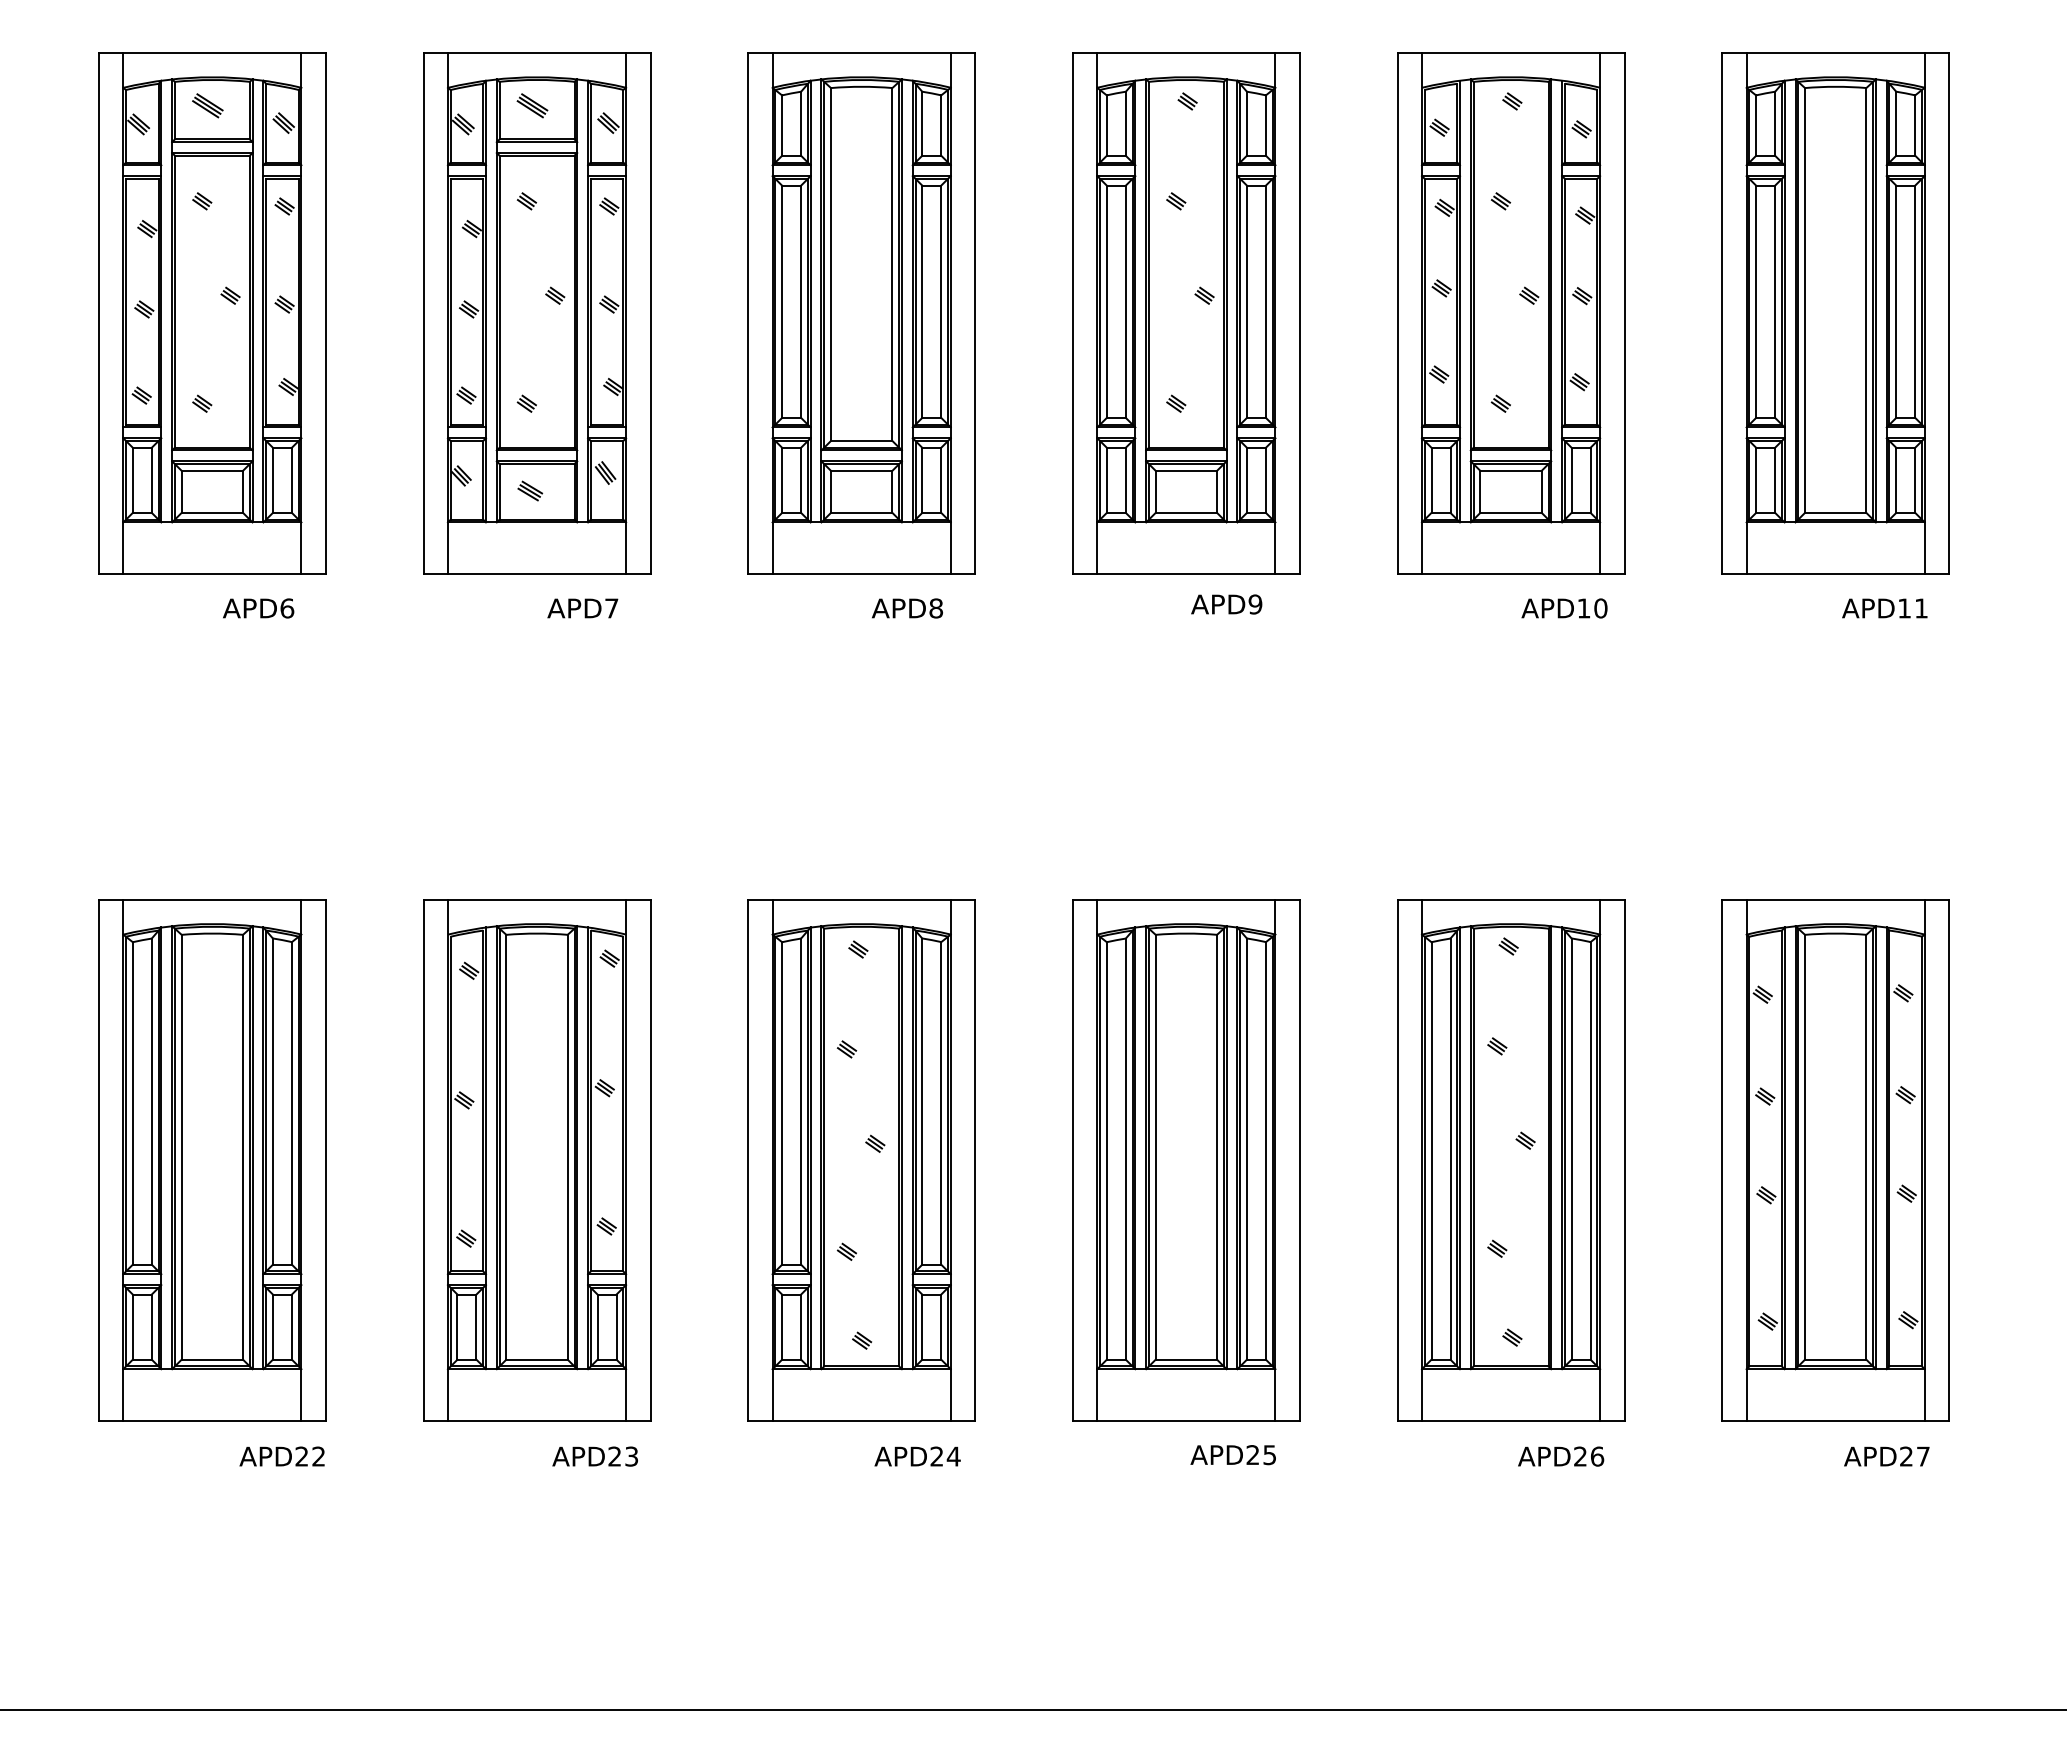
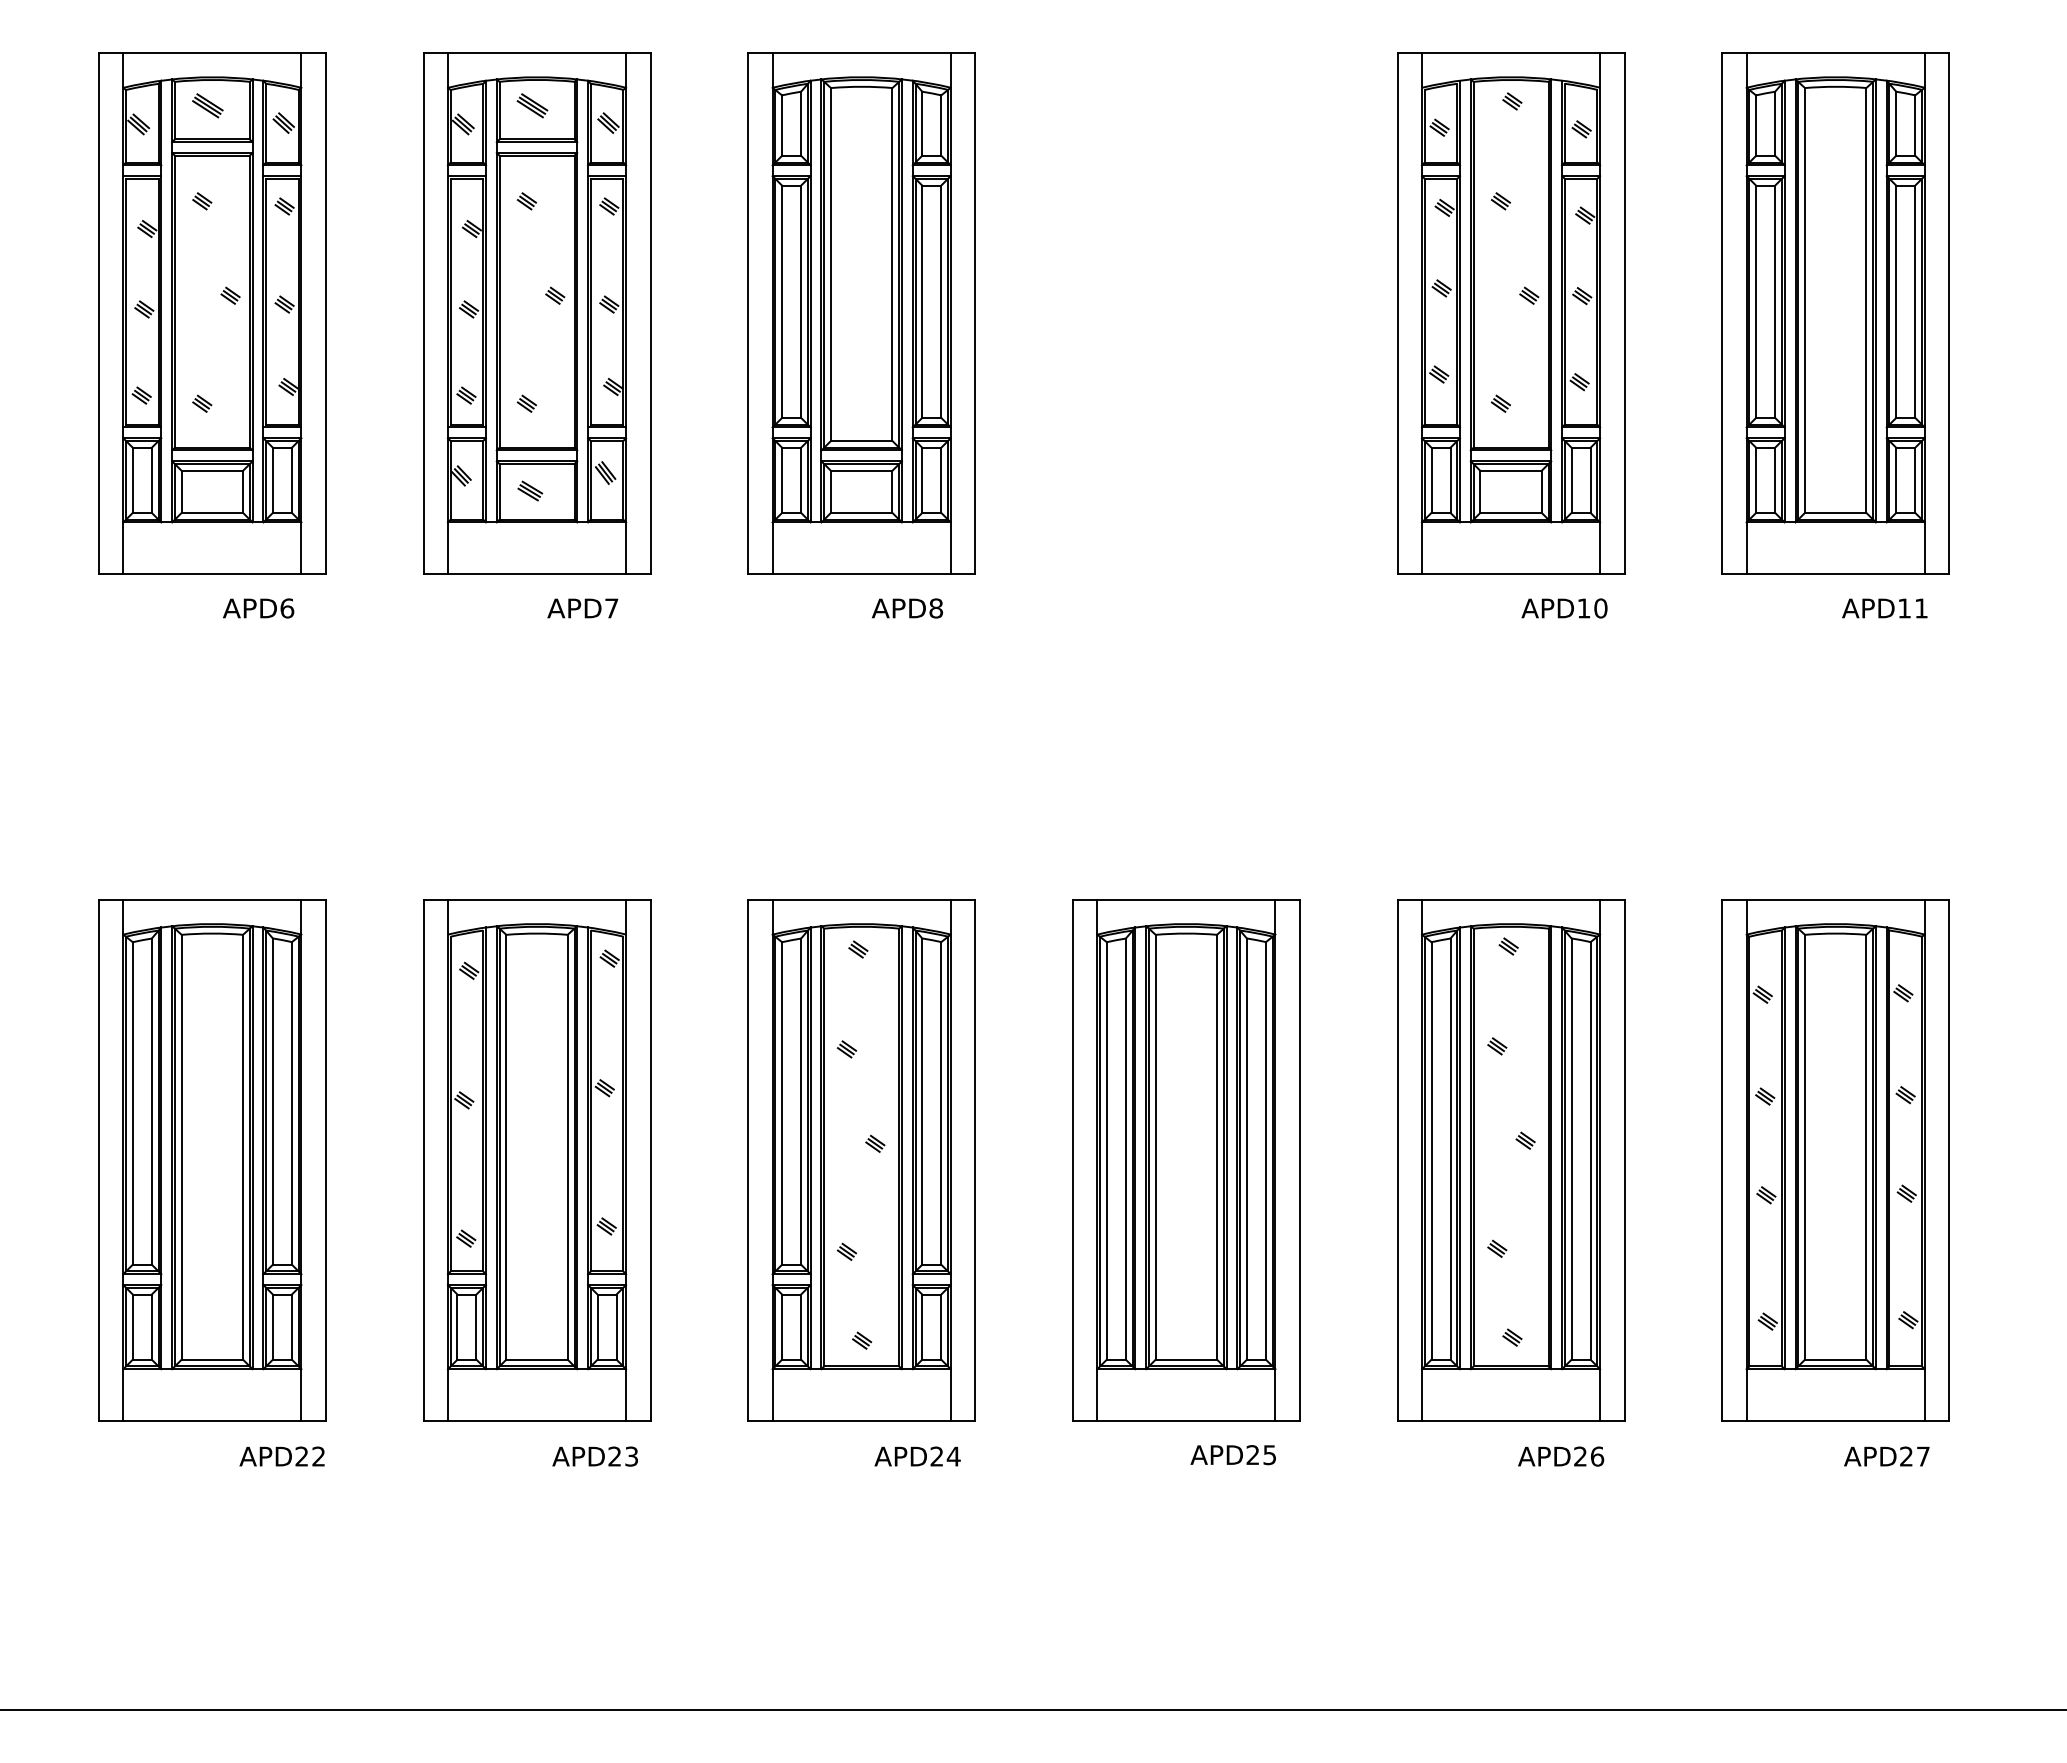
part at (1186, 333): present -> none
